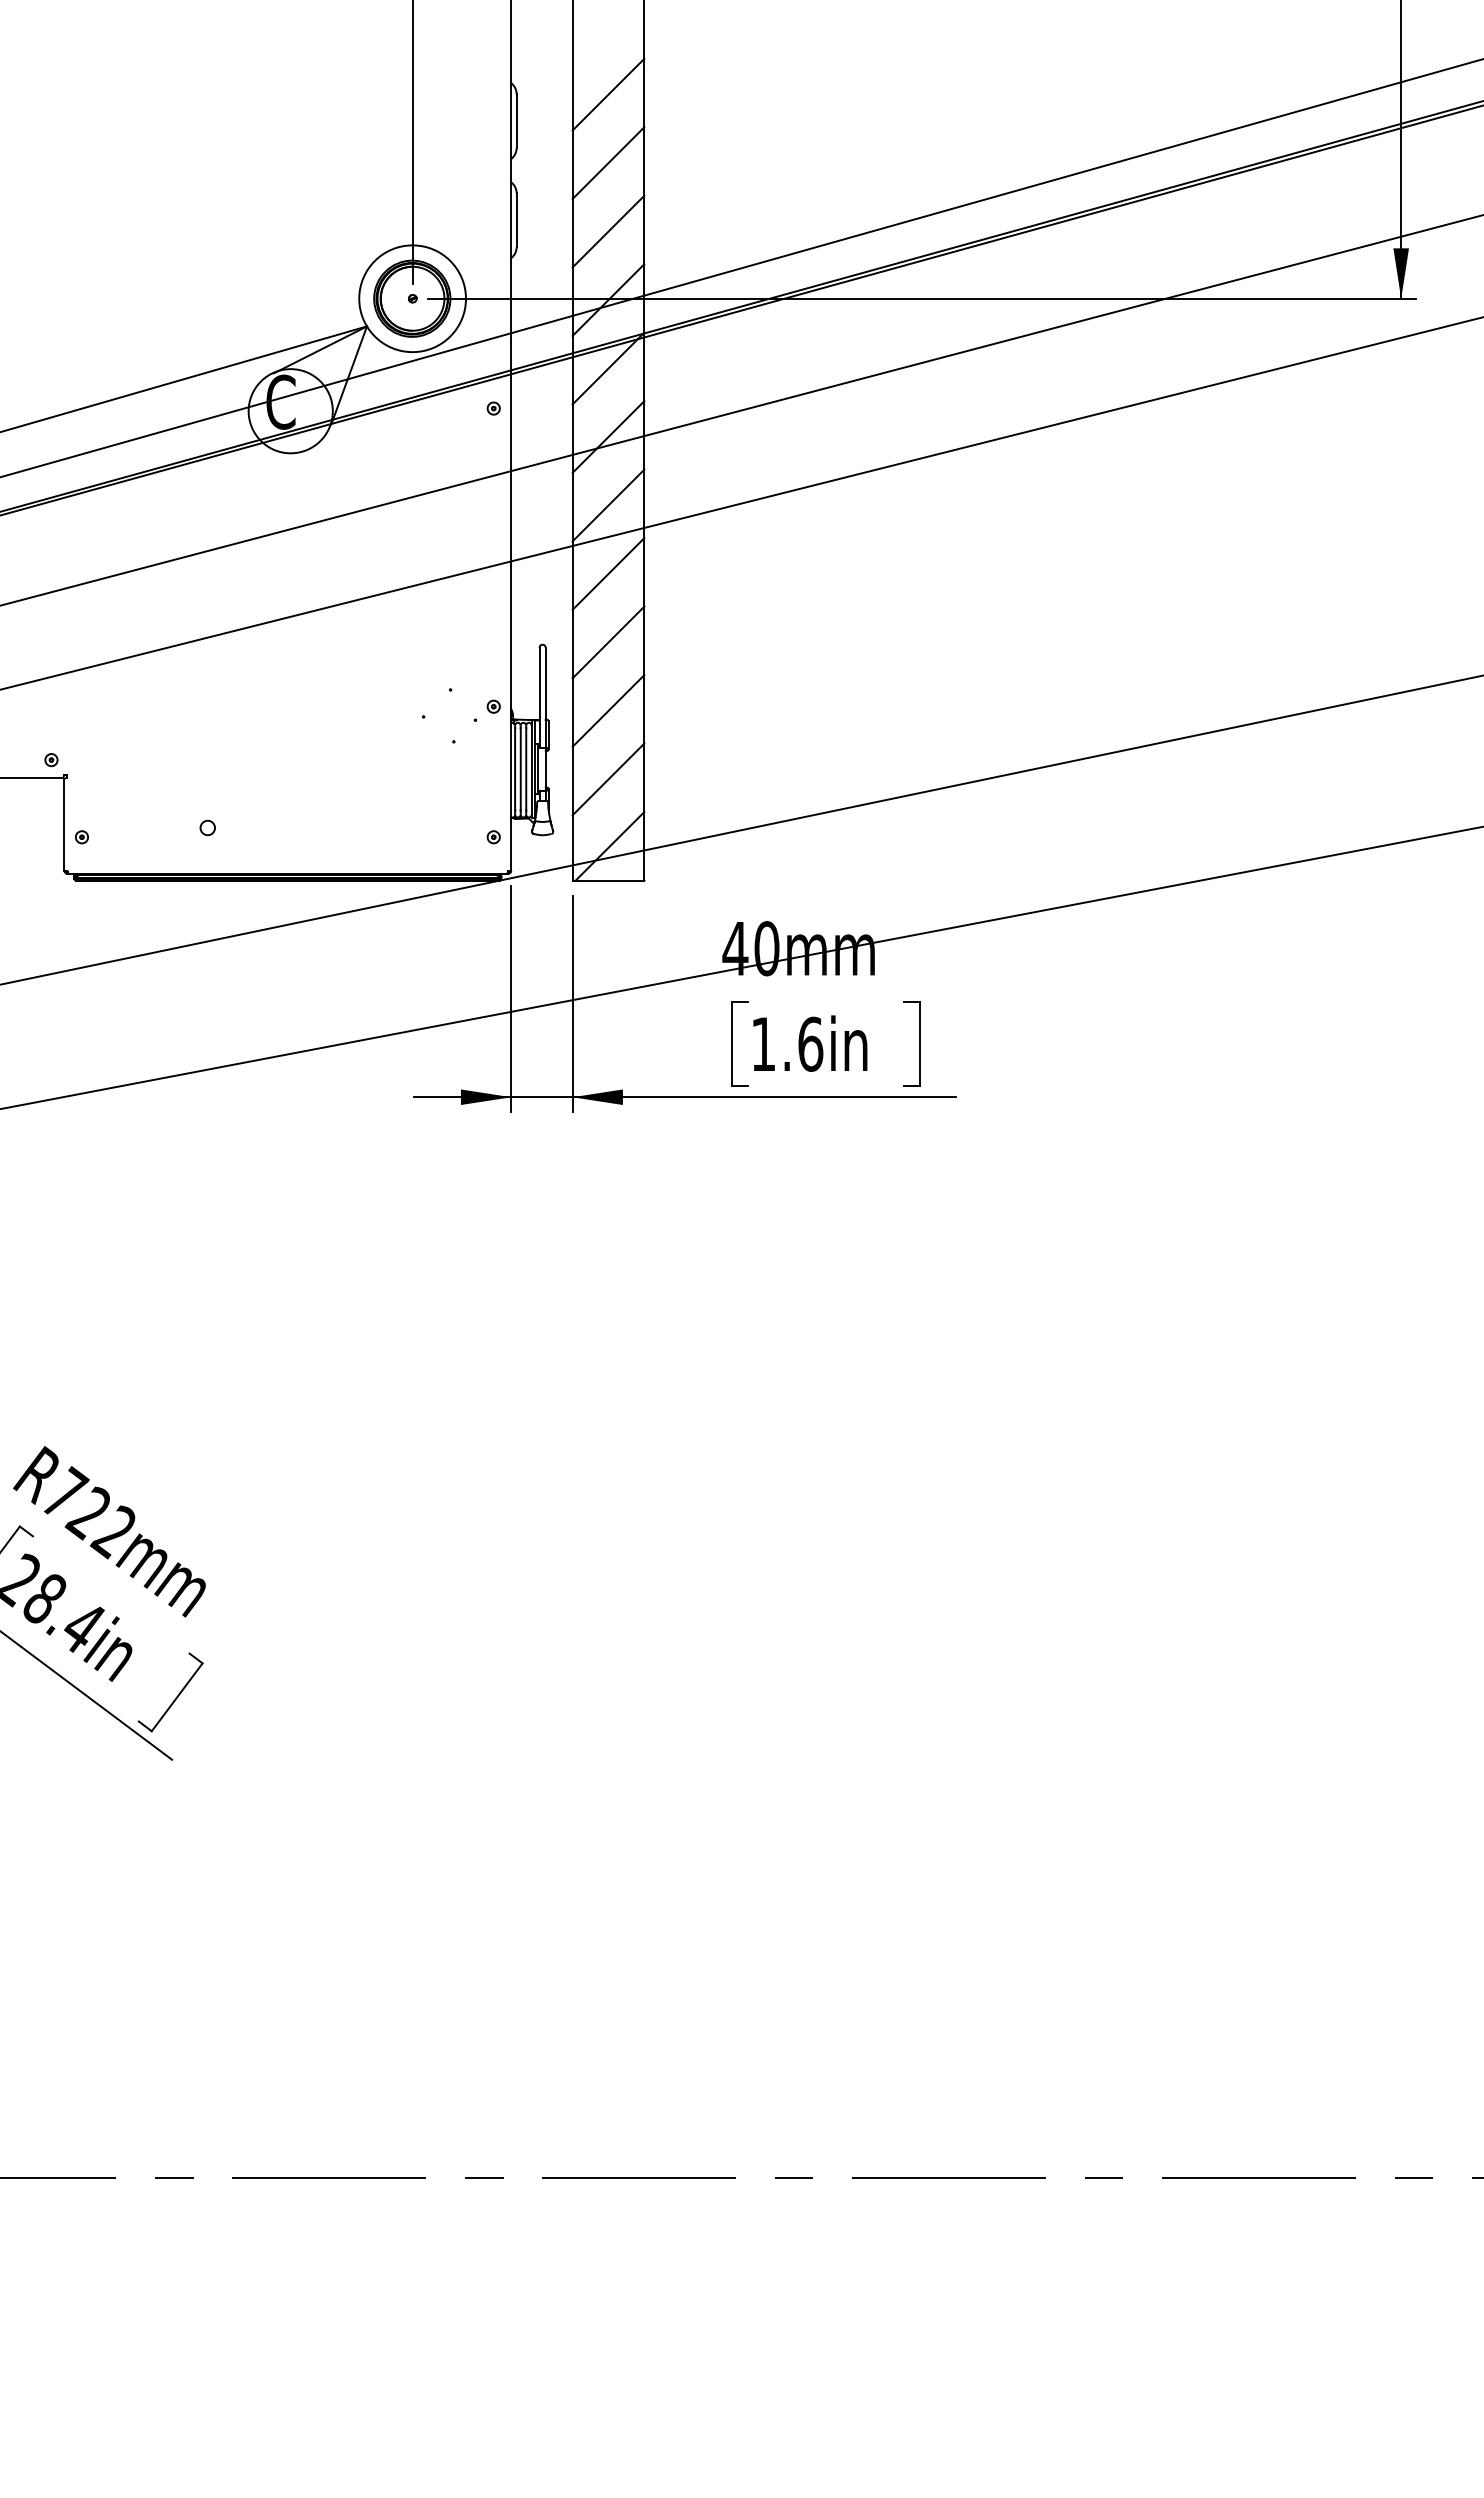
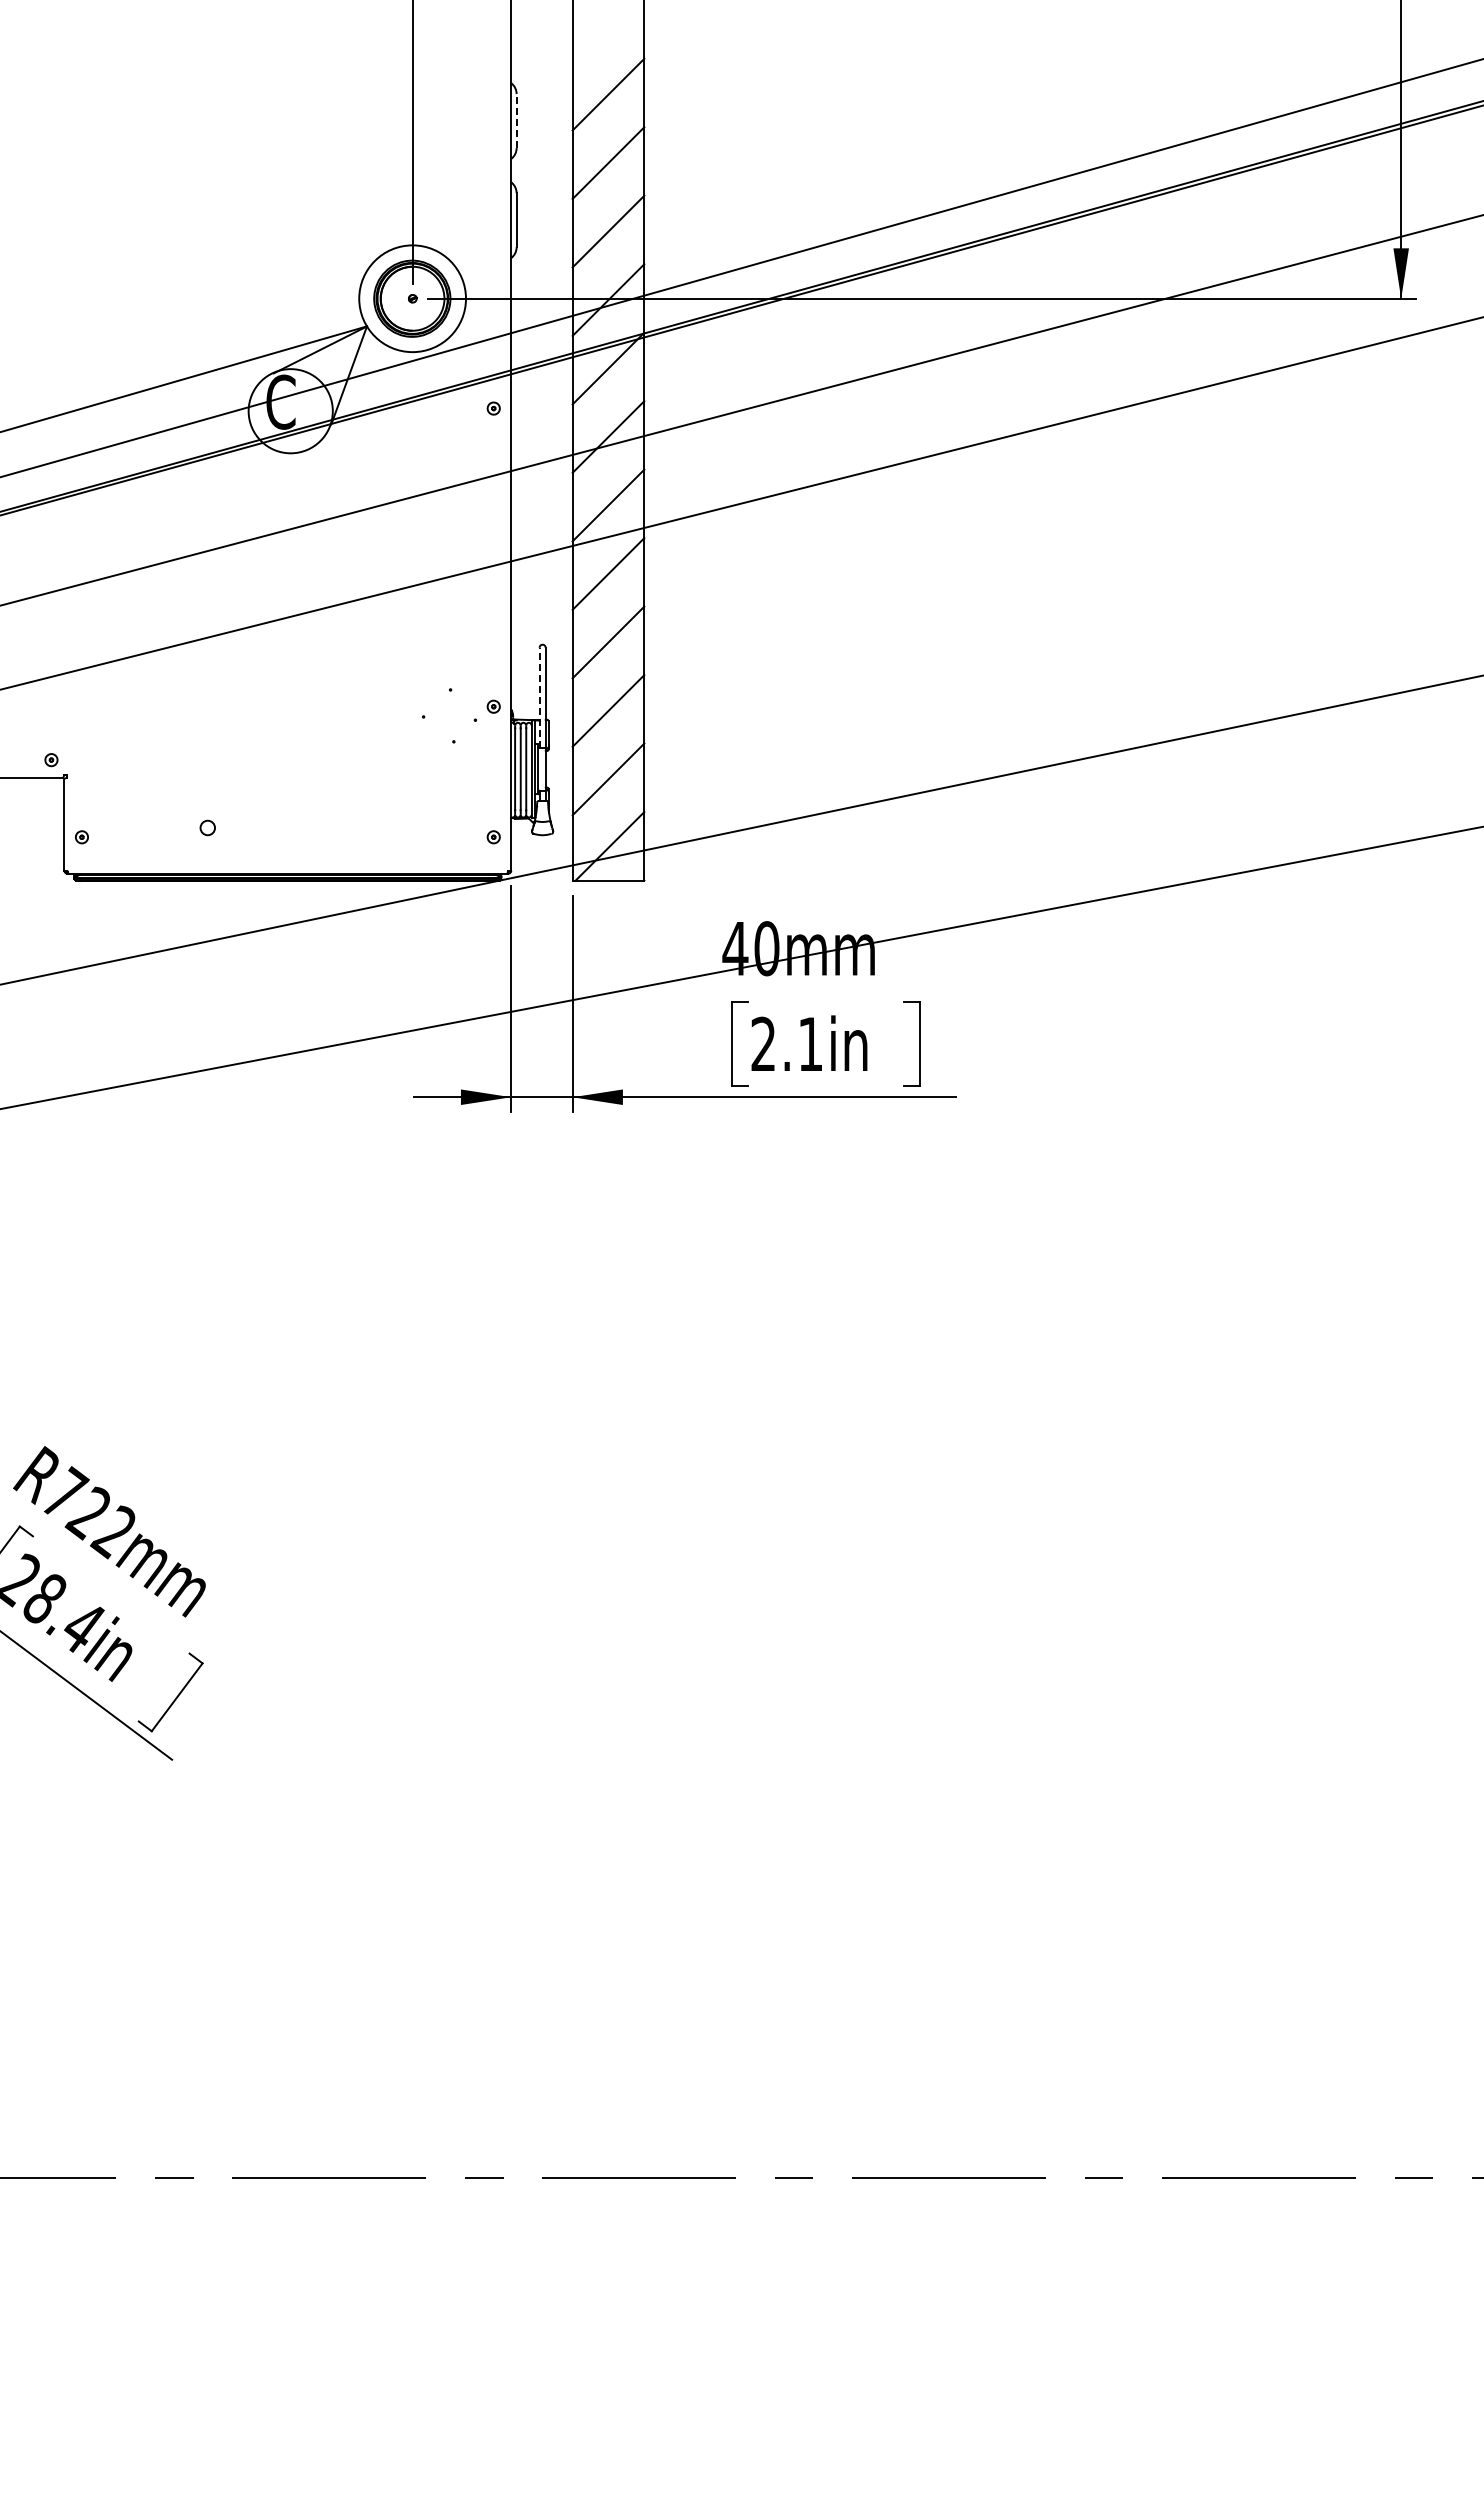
line at (516, 121): solid -> dashed
line at (539, 697): solid -> dashed
text at (787, 1043): 1.6in -> 2.1in
